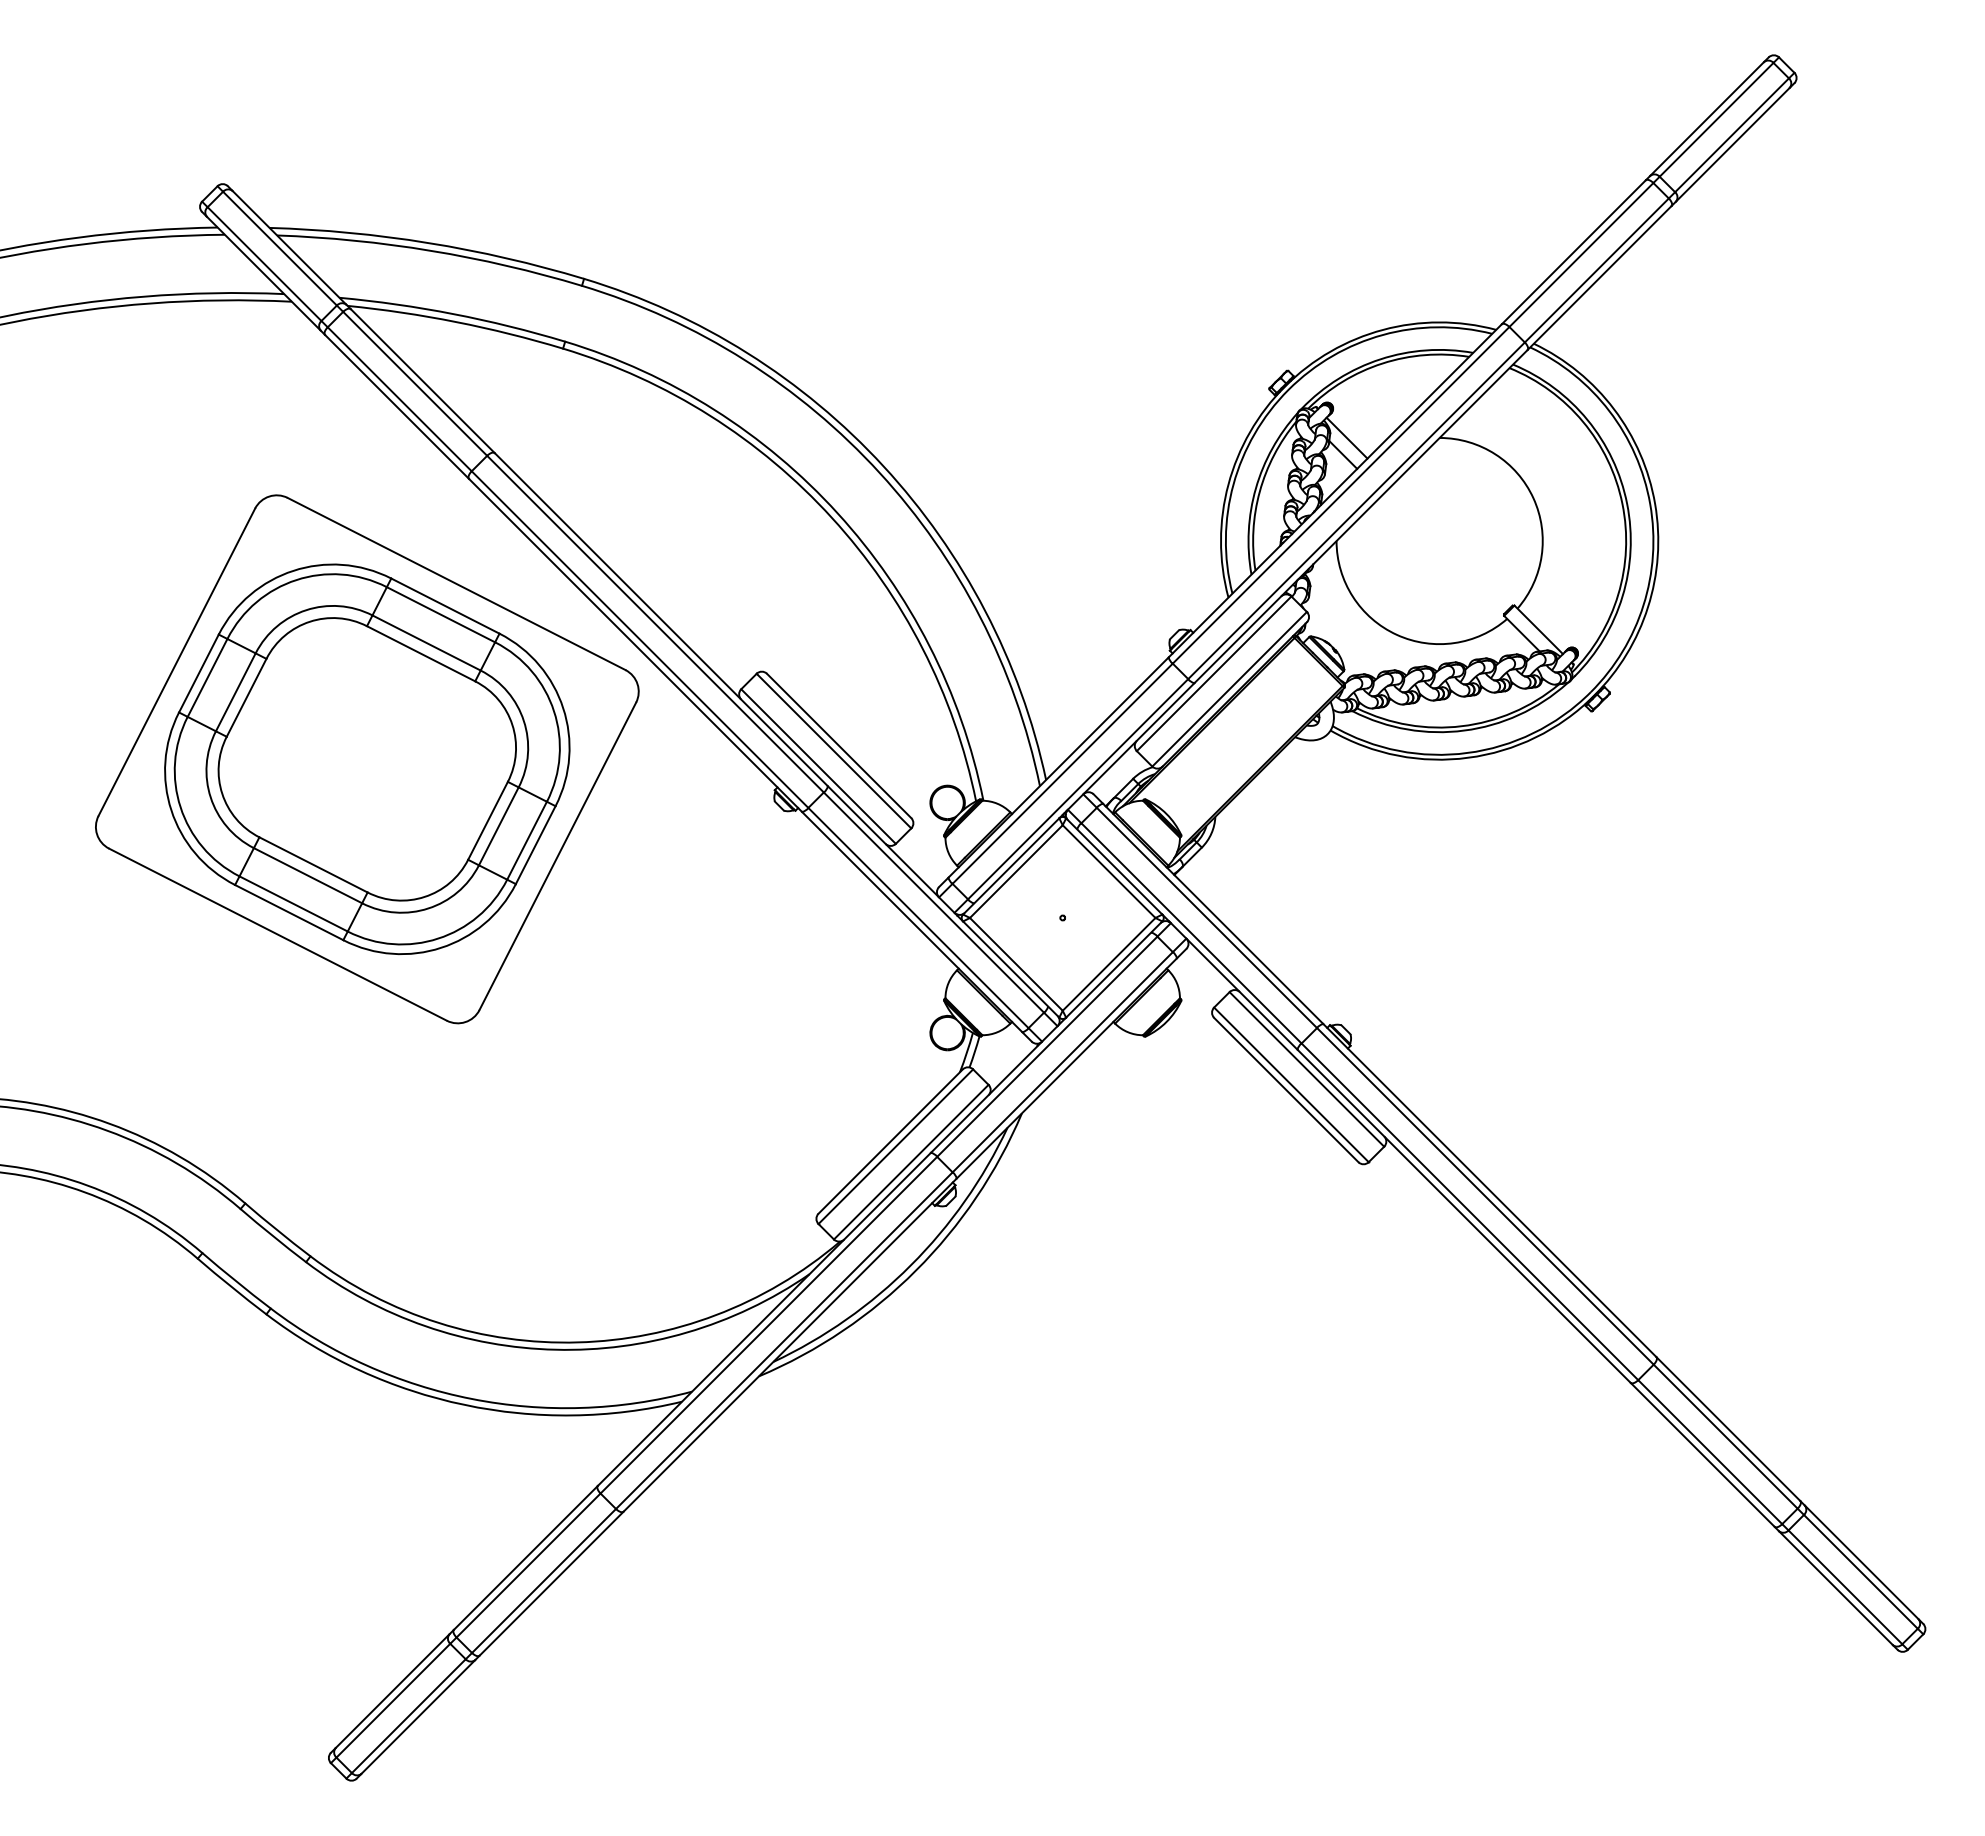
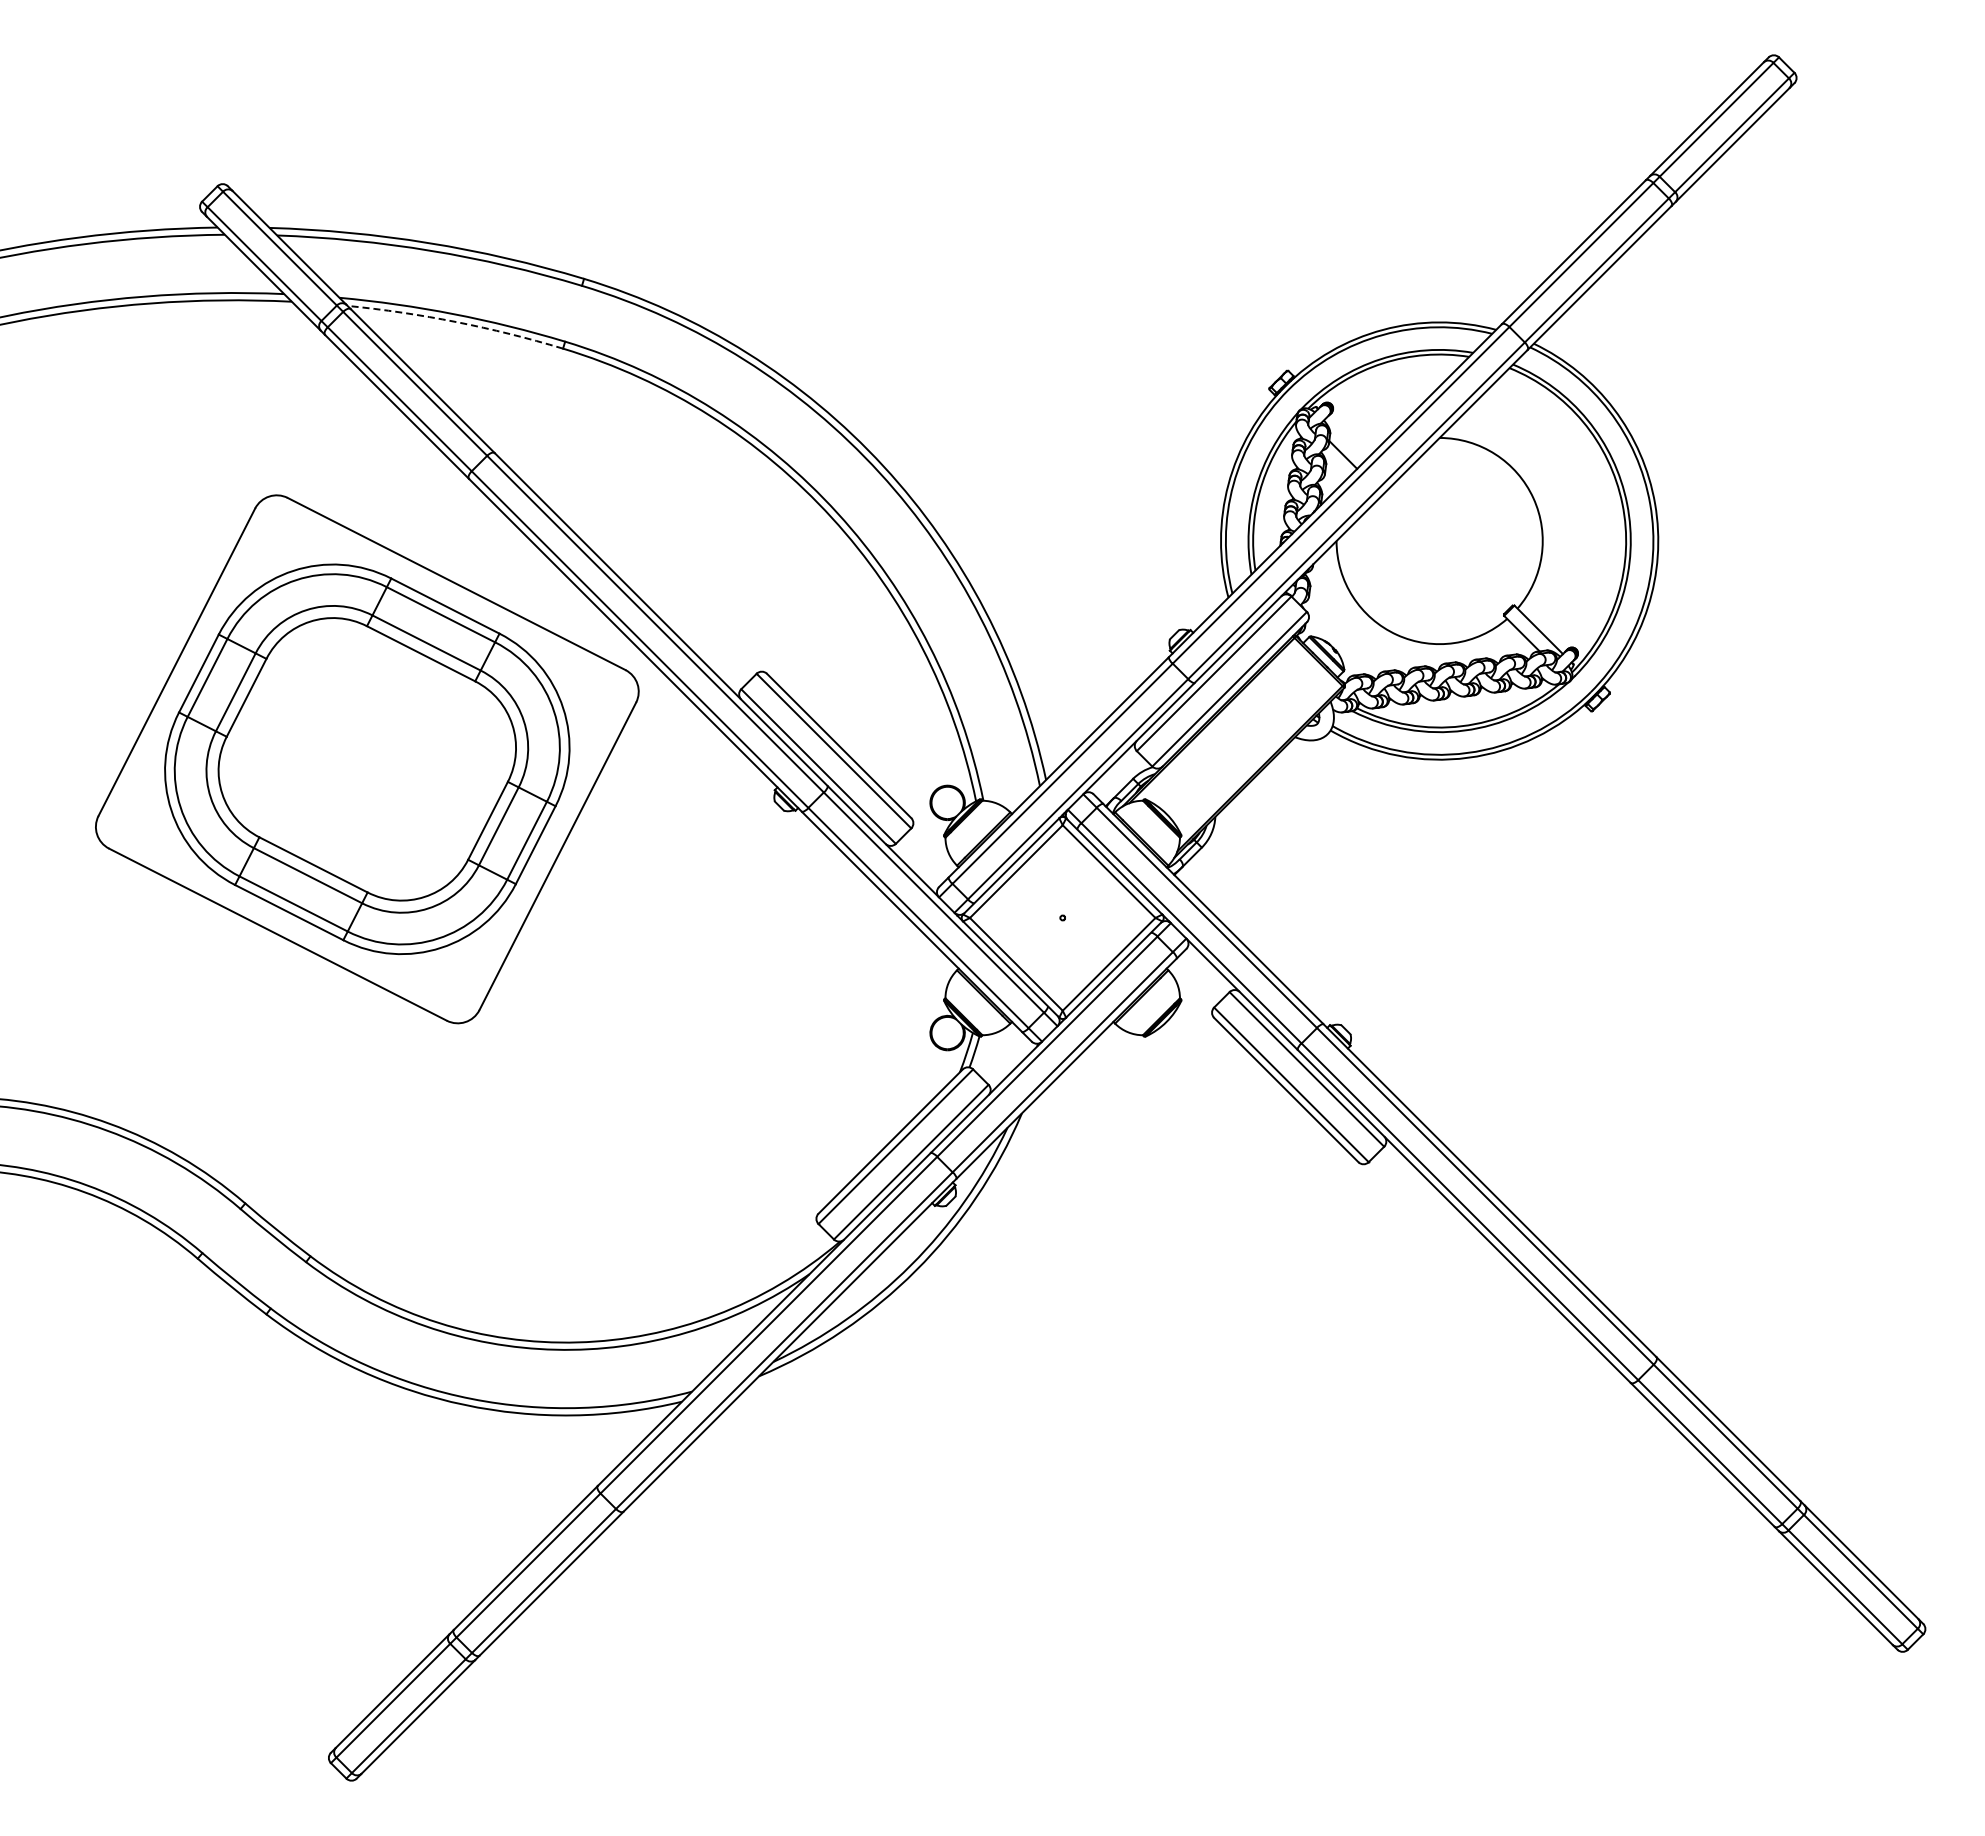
arc at (456, 322): solid -> dashed
line at (1346, 437): present -> none
